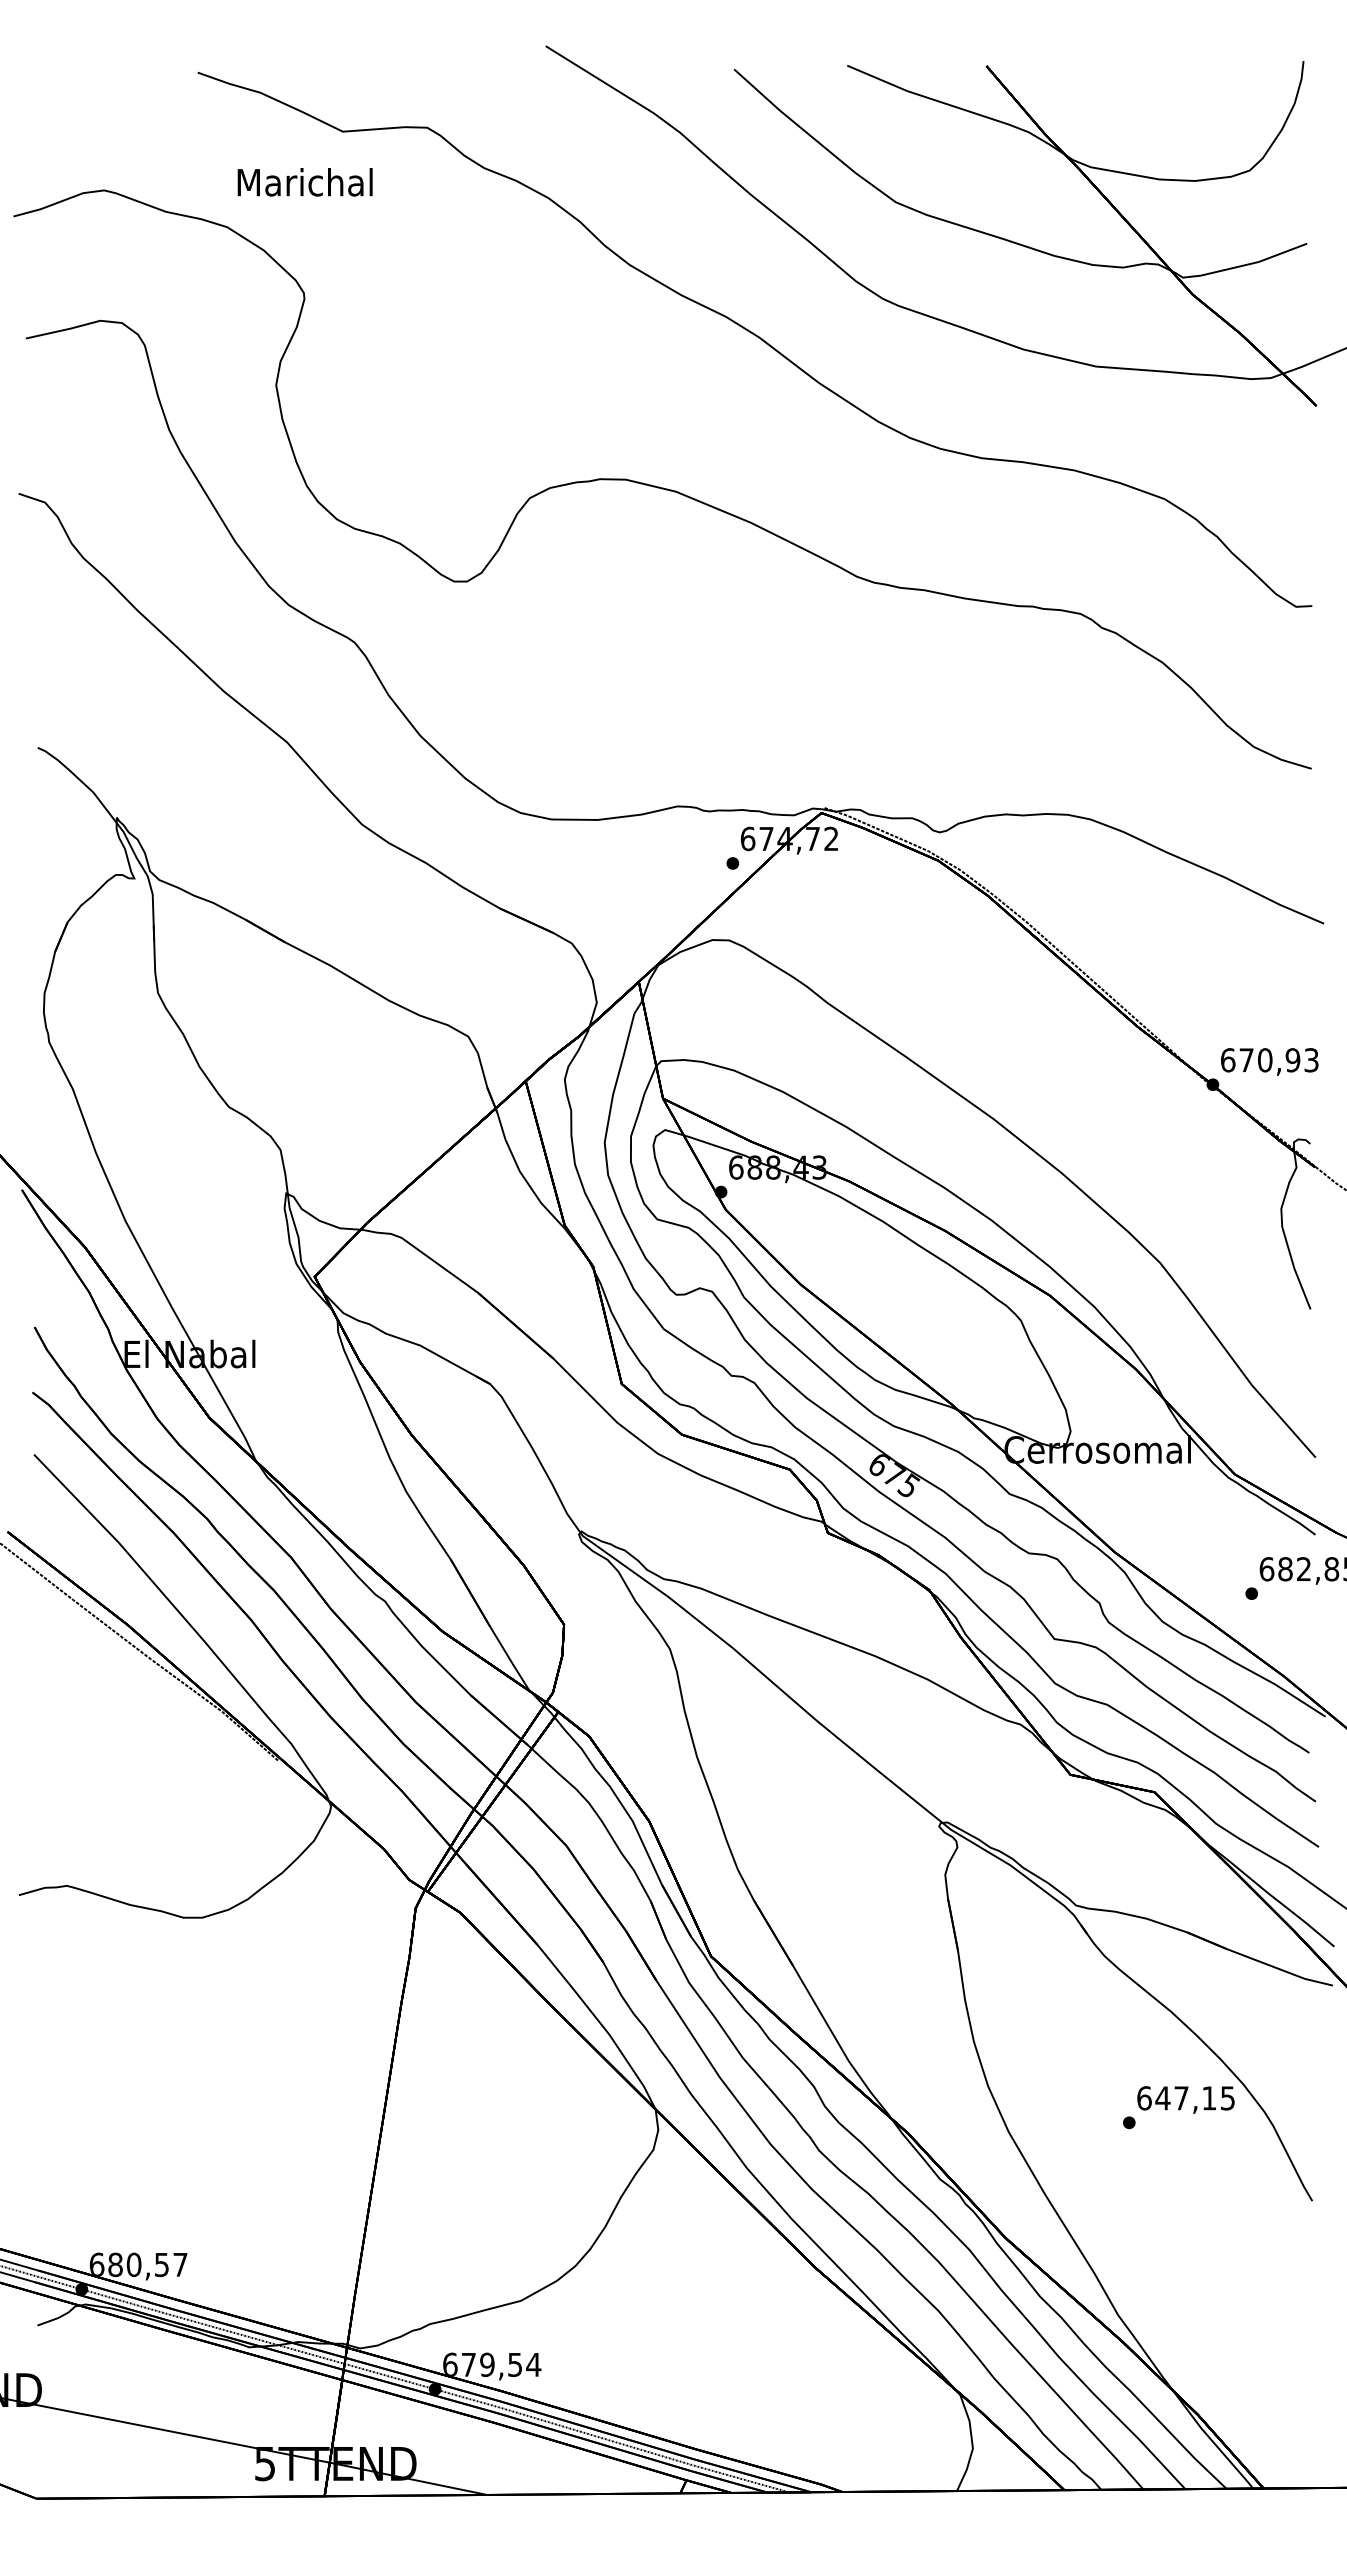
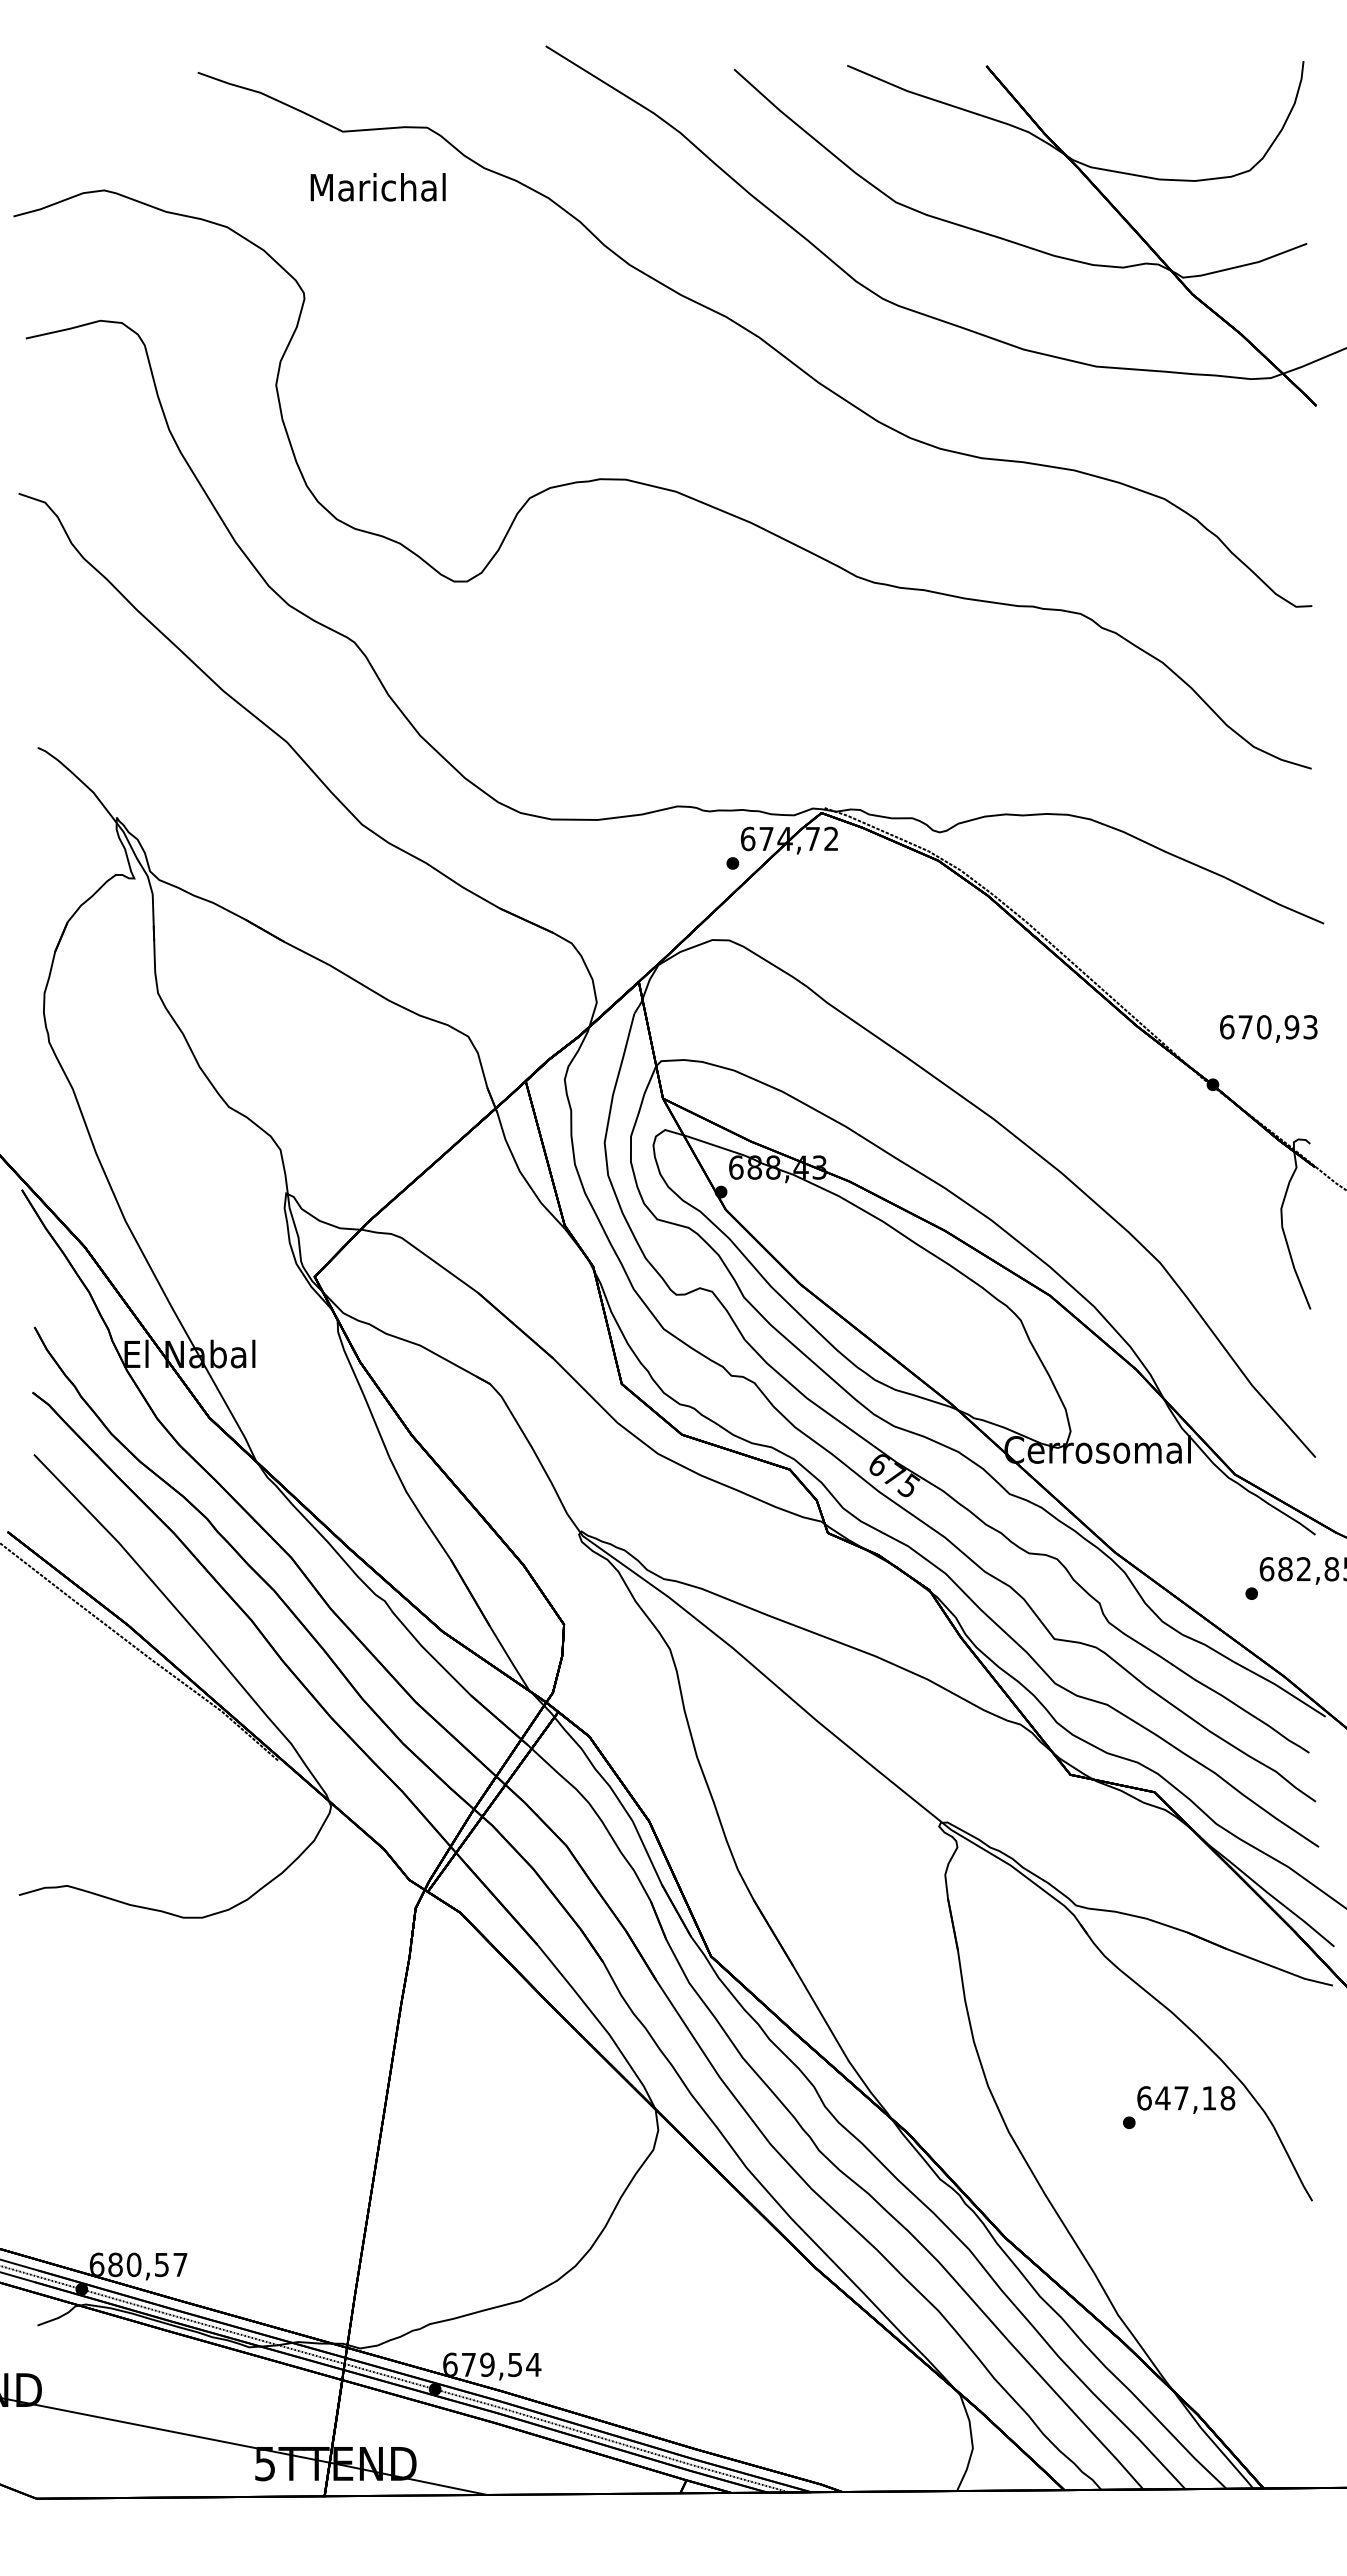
text at (304, 182) position: (304, 182) -> (377, 187)
text at (1269, 1061) position: (1269, 1061) -> (1268, 1028)
text at (1227, 2098): 647,15 -> 647,18
